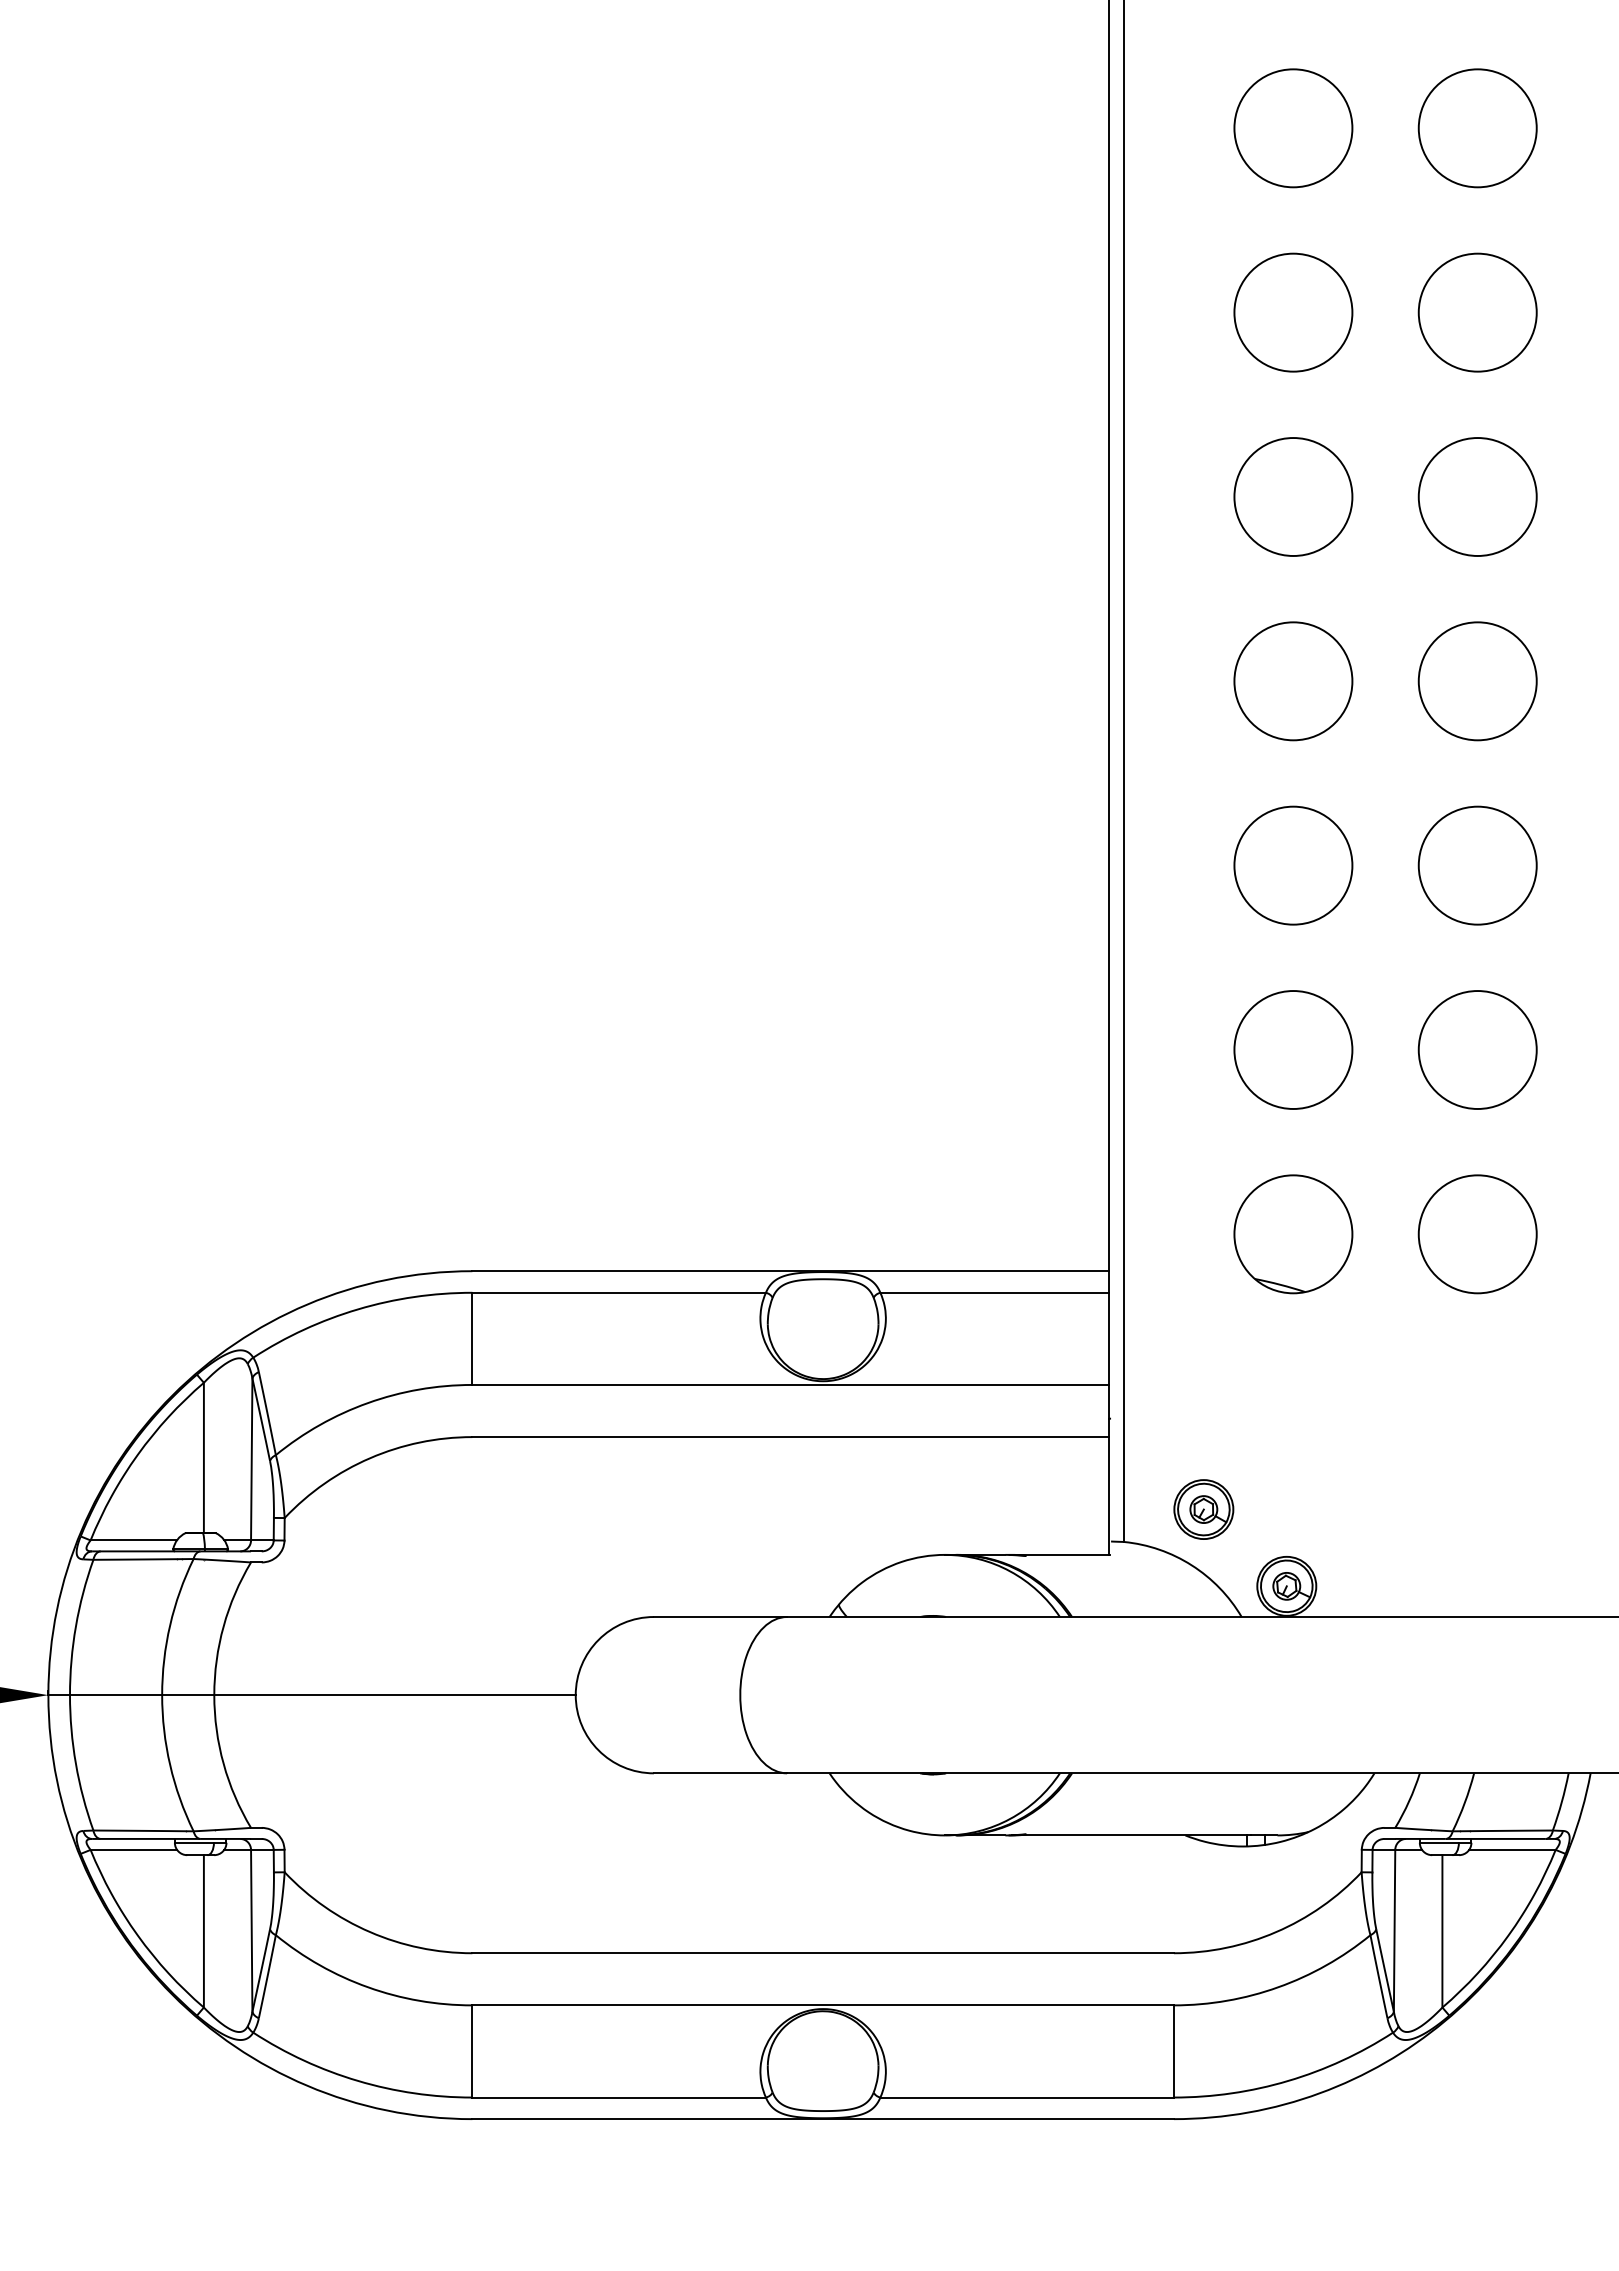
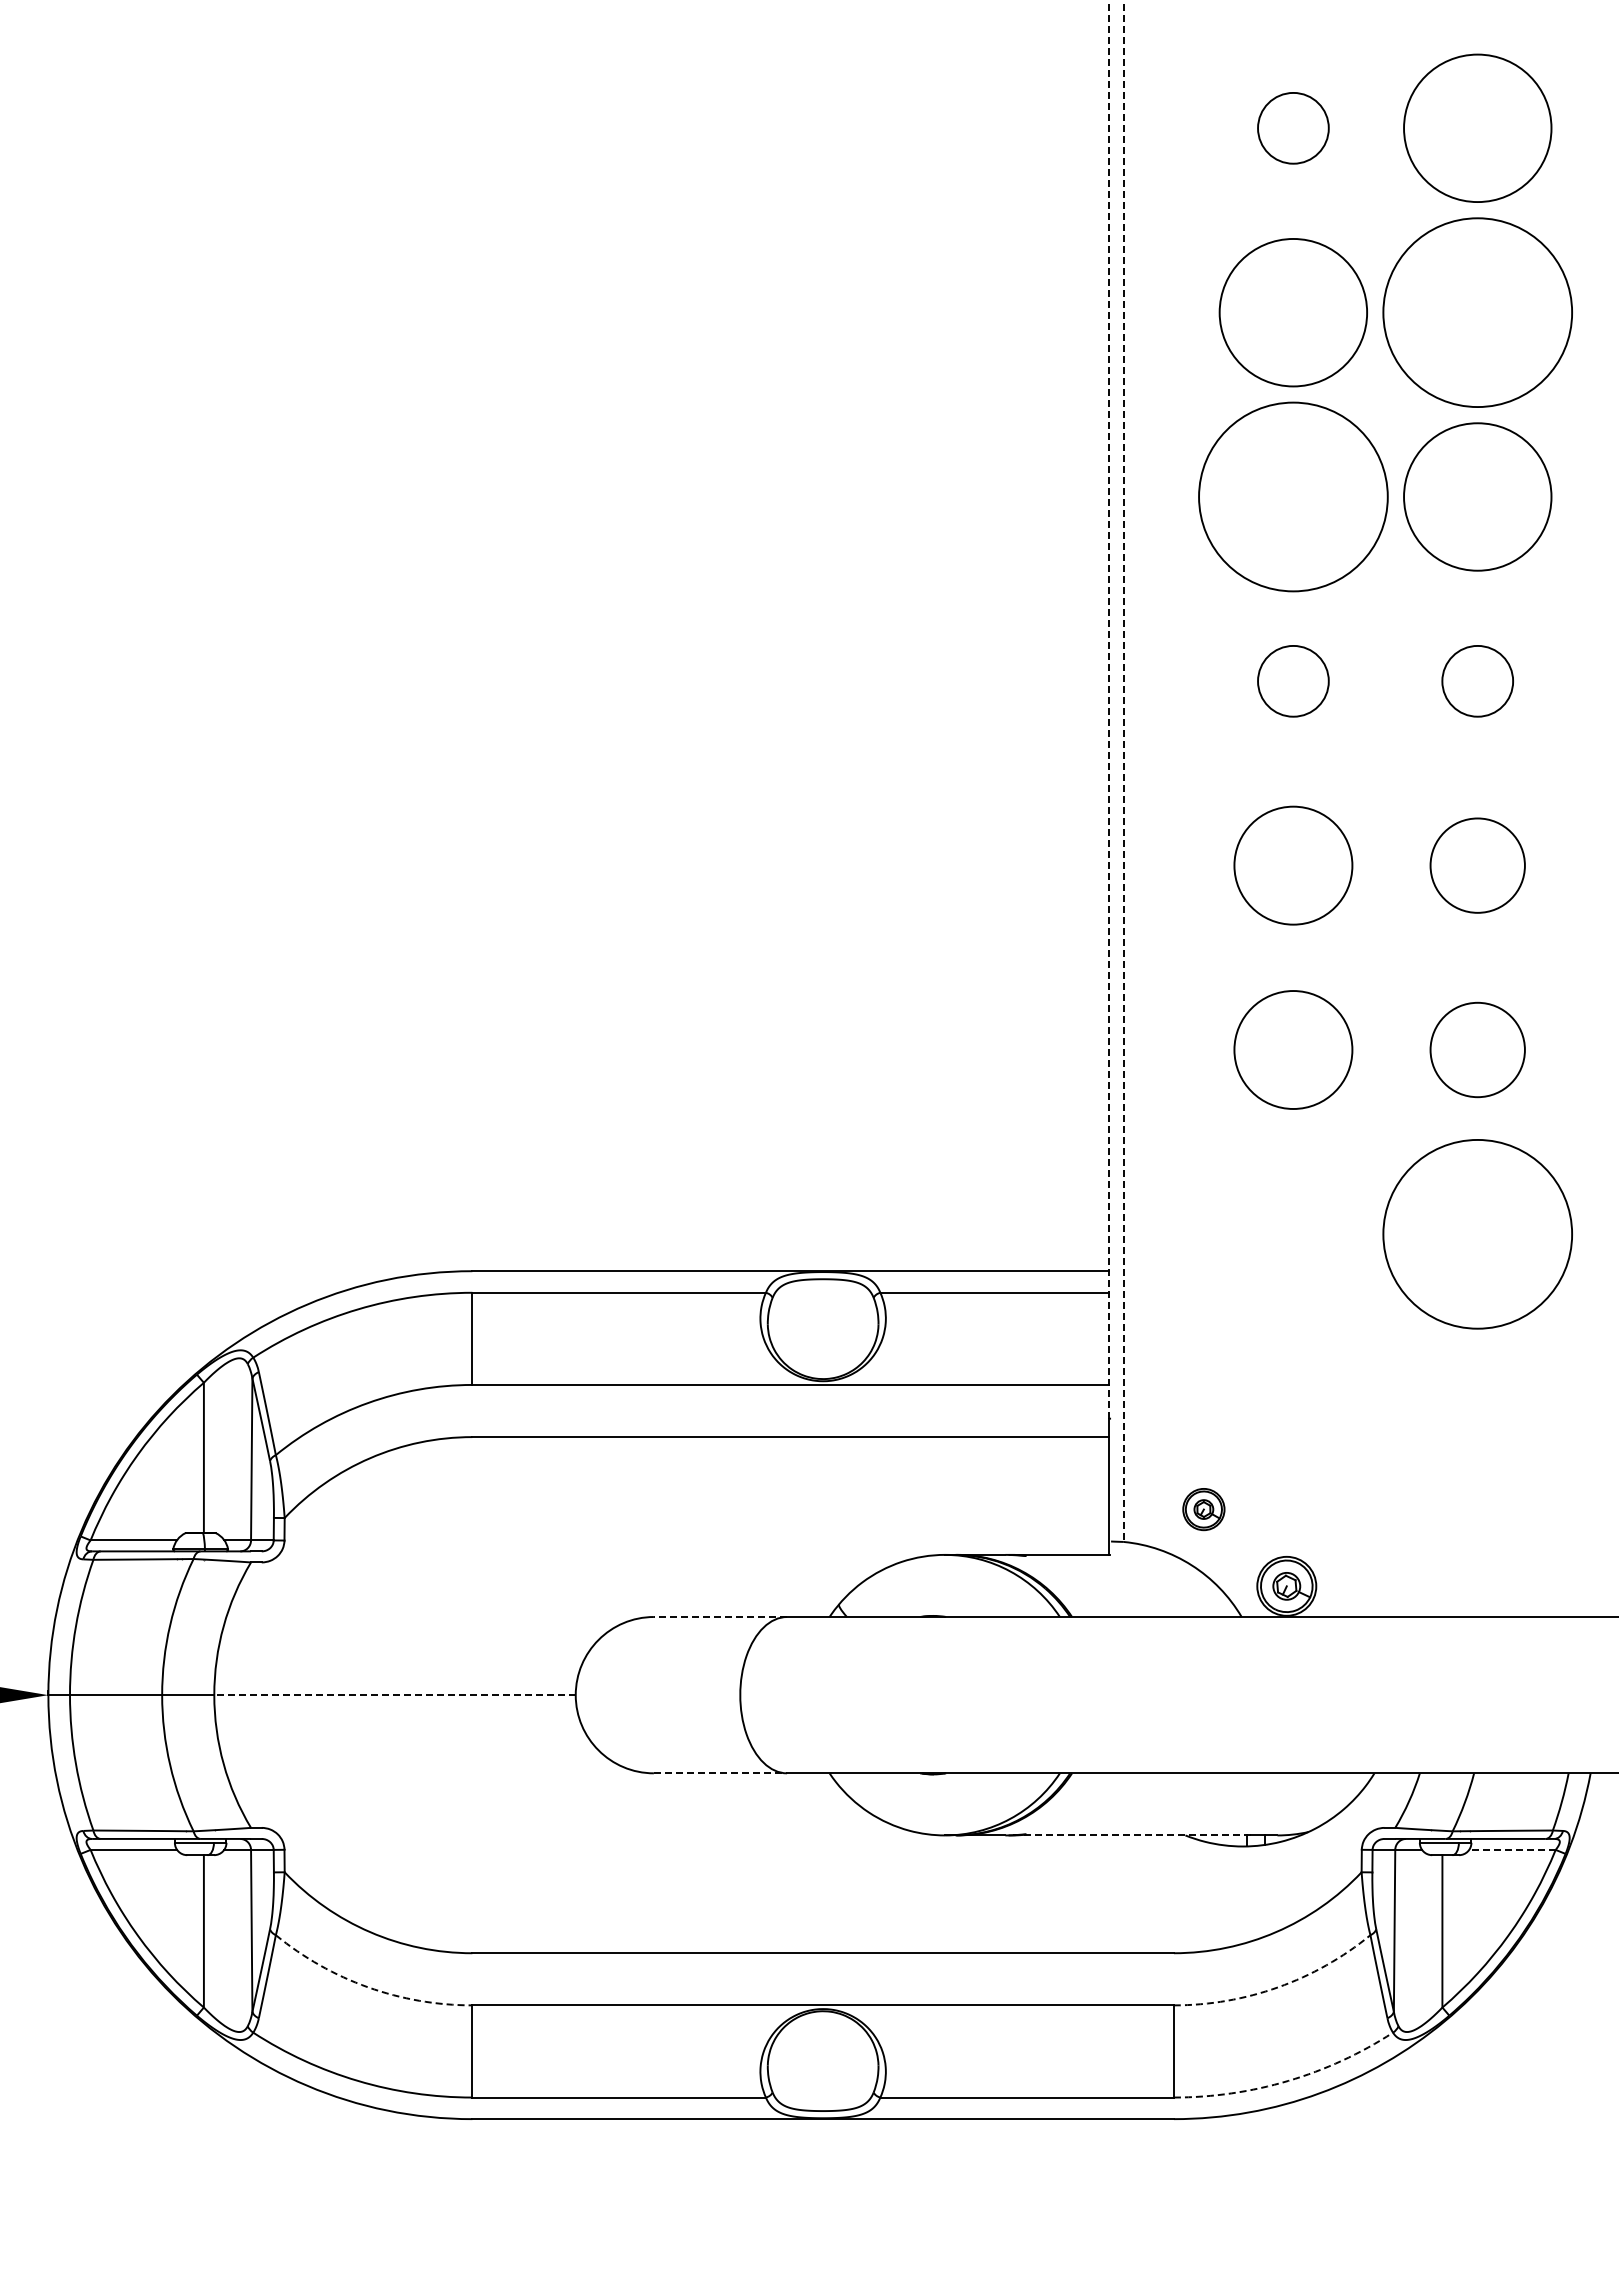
circle at (1293, 128) diameter: 118 px -> 71 px
circle at (1477, 128) diameter: 118 px -> 147 px
circle at (1293, 312) size: 121x121 px -> 150x150 px
circle at (1477, 312) diameter: 118 px -> 189 px
circle at (1293, 496) diameter: 118 px -> 189 px
circle at (1477, 496) diameter: 118 px -> 147 px
circle at (1293, 681) diameter: 118 px -> 71 px
circle at (1477, 681) diameter: 118 px -> 71 px
line at (1109, 708): solid -> dashed
line at (1123, 771): solid -> dashed
circle at (1477, 865) diameter: 118 px -> 94 px
circle at (1477, 1049) diameter: 118 px -> 94 px
part at (1293, 1234): present -> none
circle at (1477, 1234) diameter: 118 px -> 189 px
part at (1203, 1509) size: 62x61 px -> 44x44 px
line at (720, 1617): solid -> dashed
line at (395, 1695): solid -> dashed
line at (720, 1773): solid -> dashed
line at (1131, 1835): solid -> dashed
line at (1511, 1849): solid -> dashed
arc at (368, 1987): solid -> dashed
arc at (1278, 1987): solid -> dashed
arc at (1288, 2080): solid -> dashed
